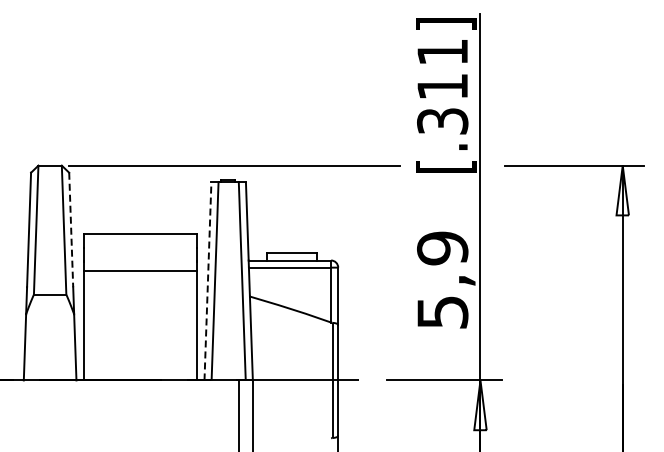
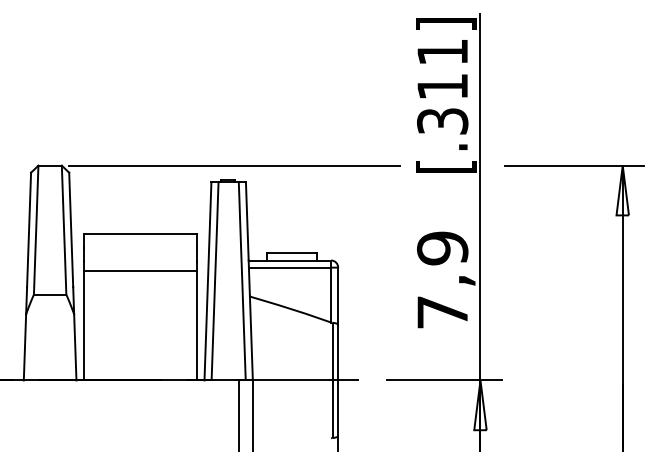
line at (71, 230): dashed -> solid
line at (207, 280): dashed -> solid
text at (442, 312): 5,9 -> 7,9
